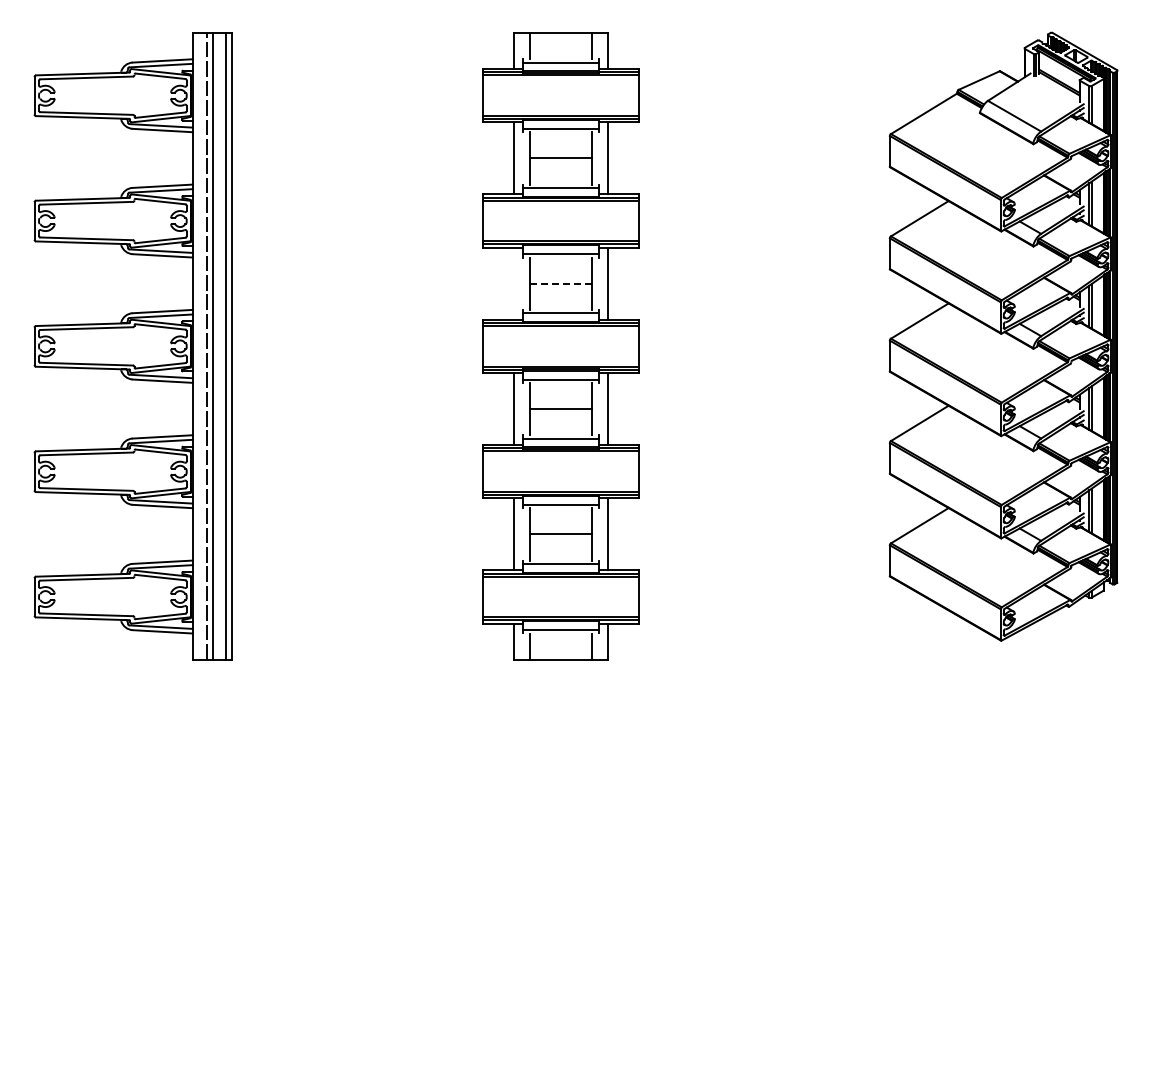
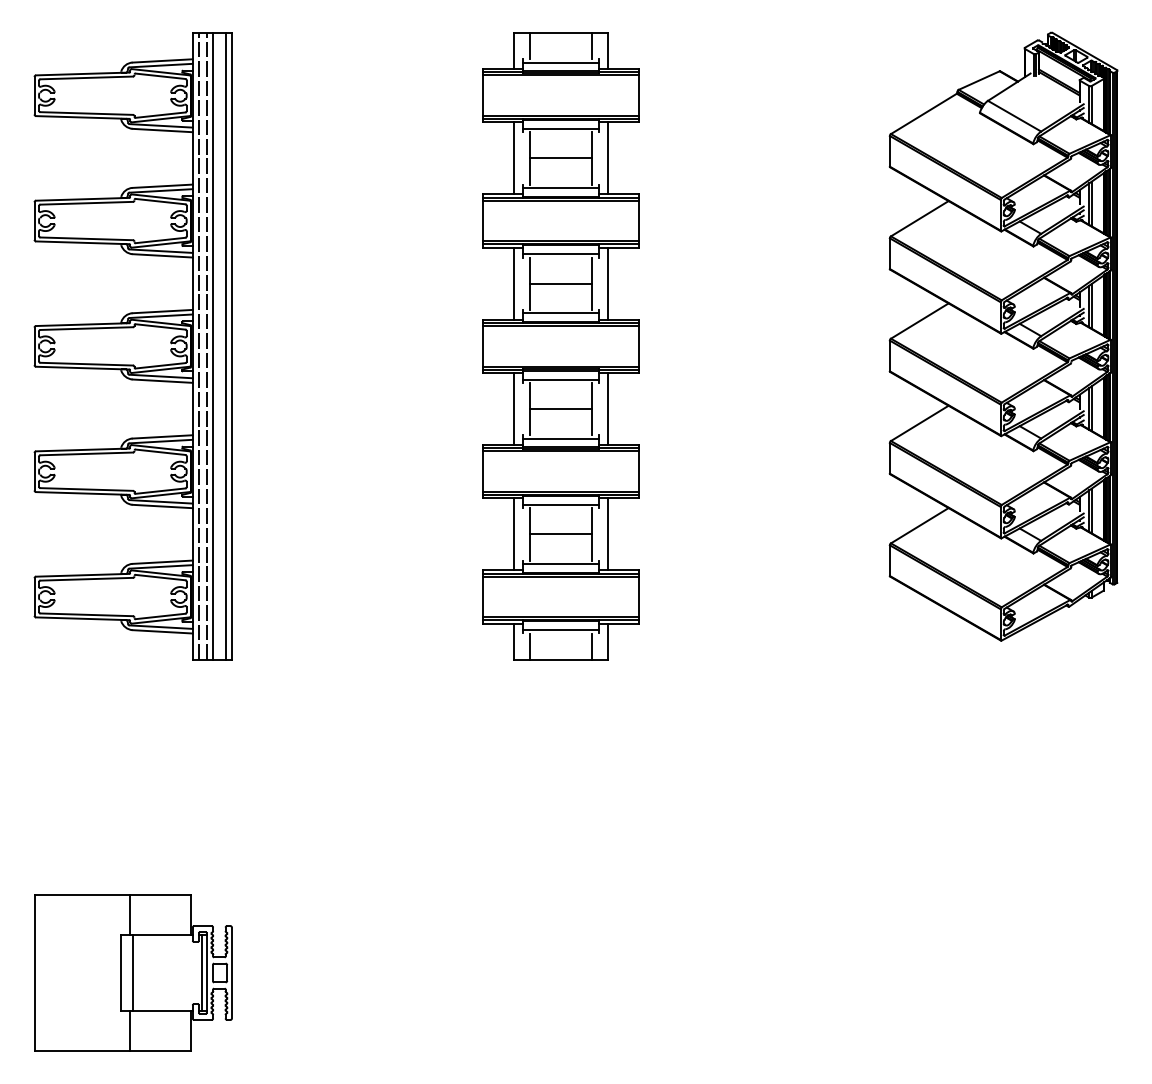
line at (513, 283): none -> present
line at (560, 283): dashed -> solid
line at (199, 346): none -> present
part at (133, 972): none -> present
